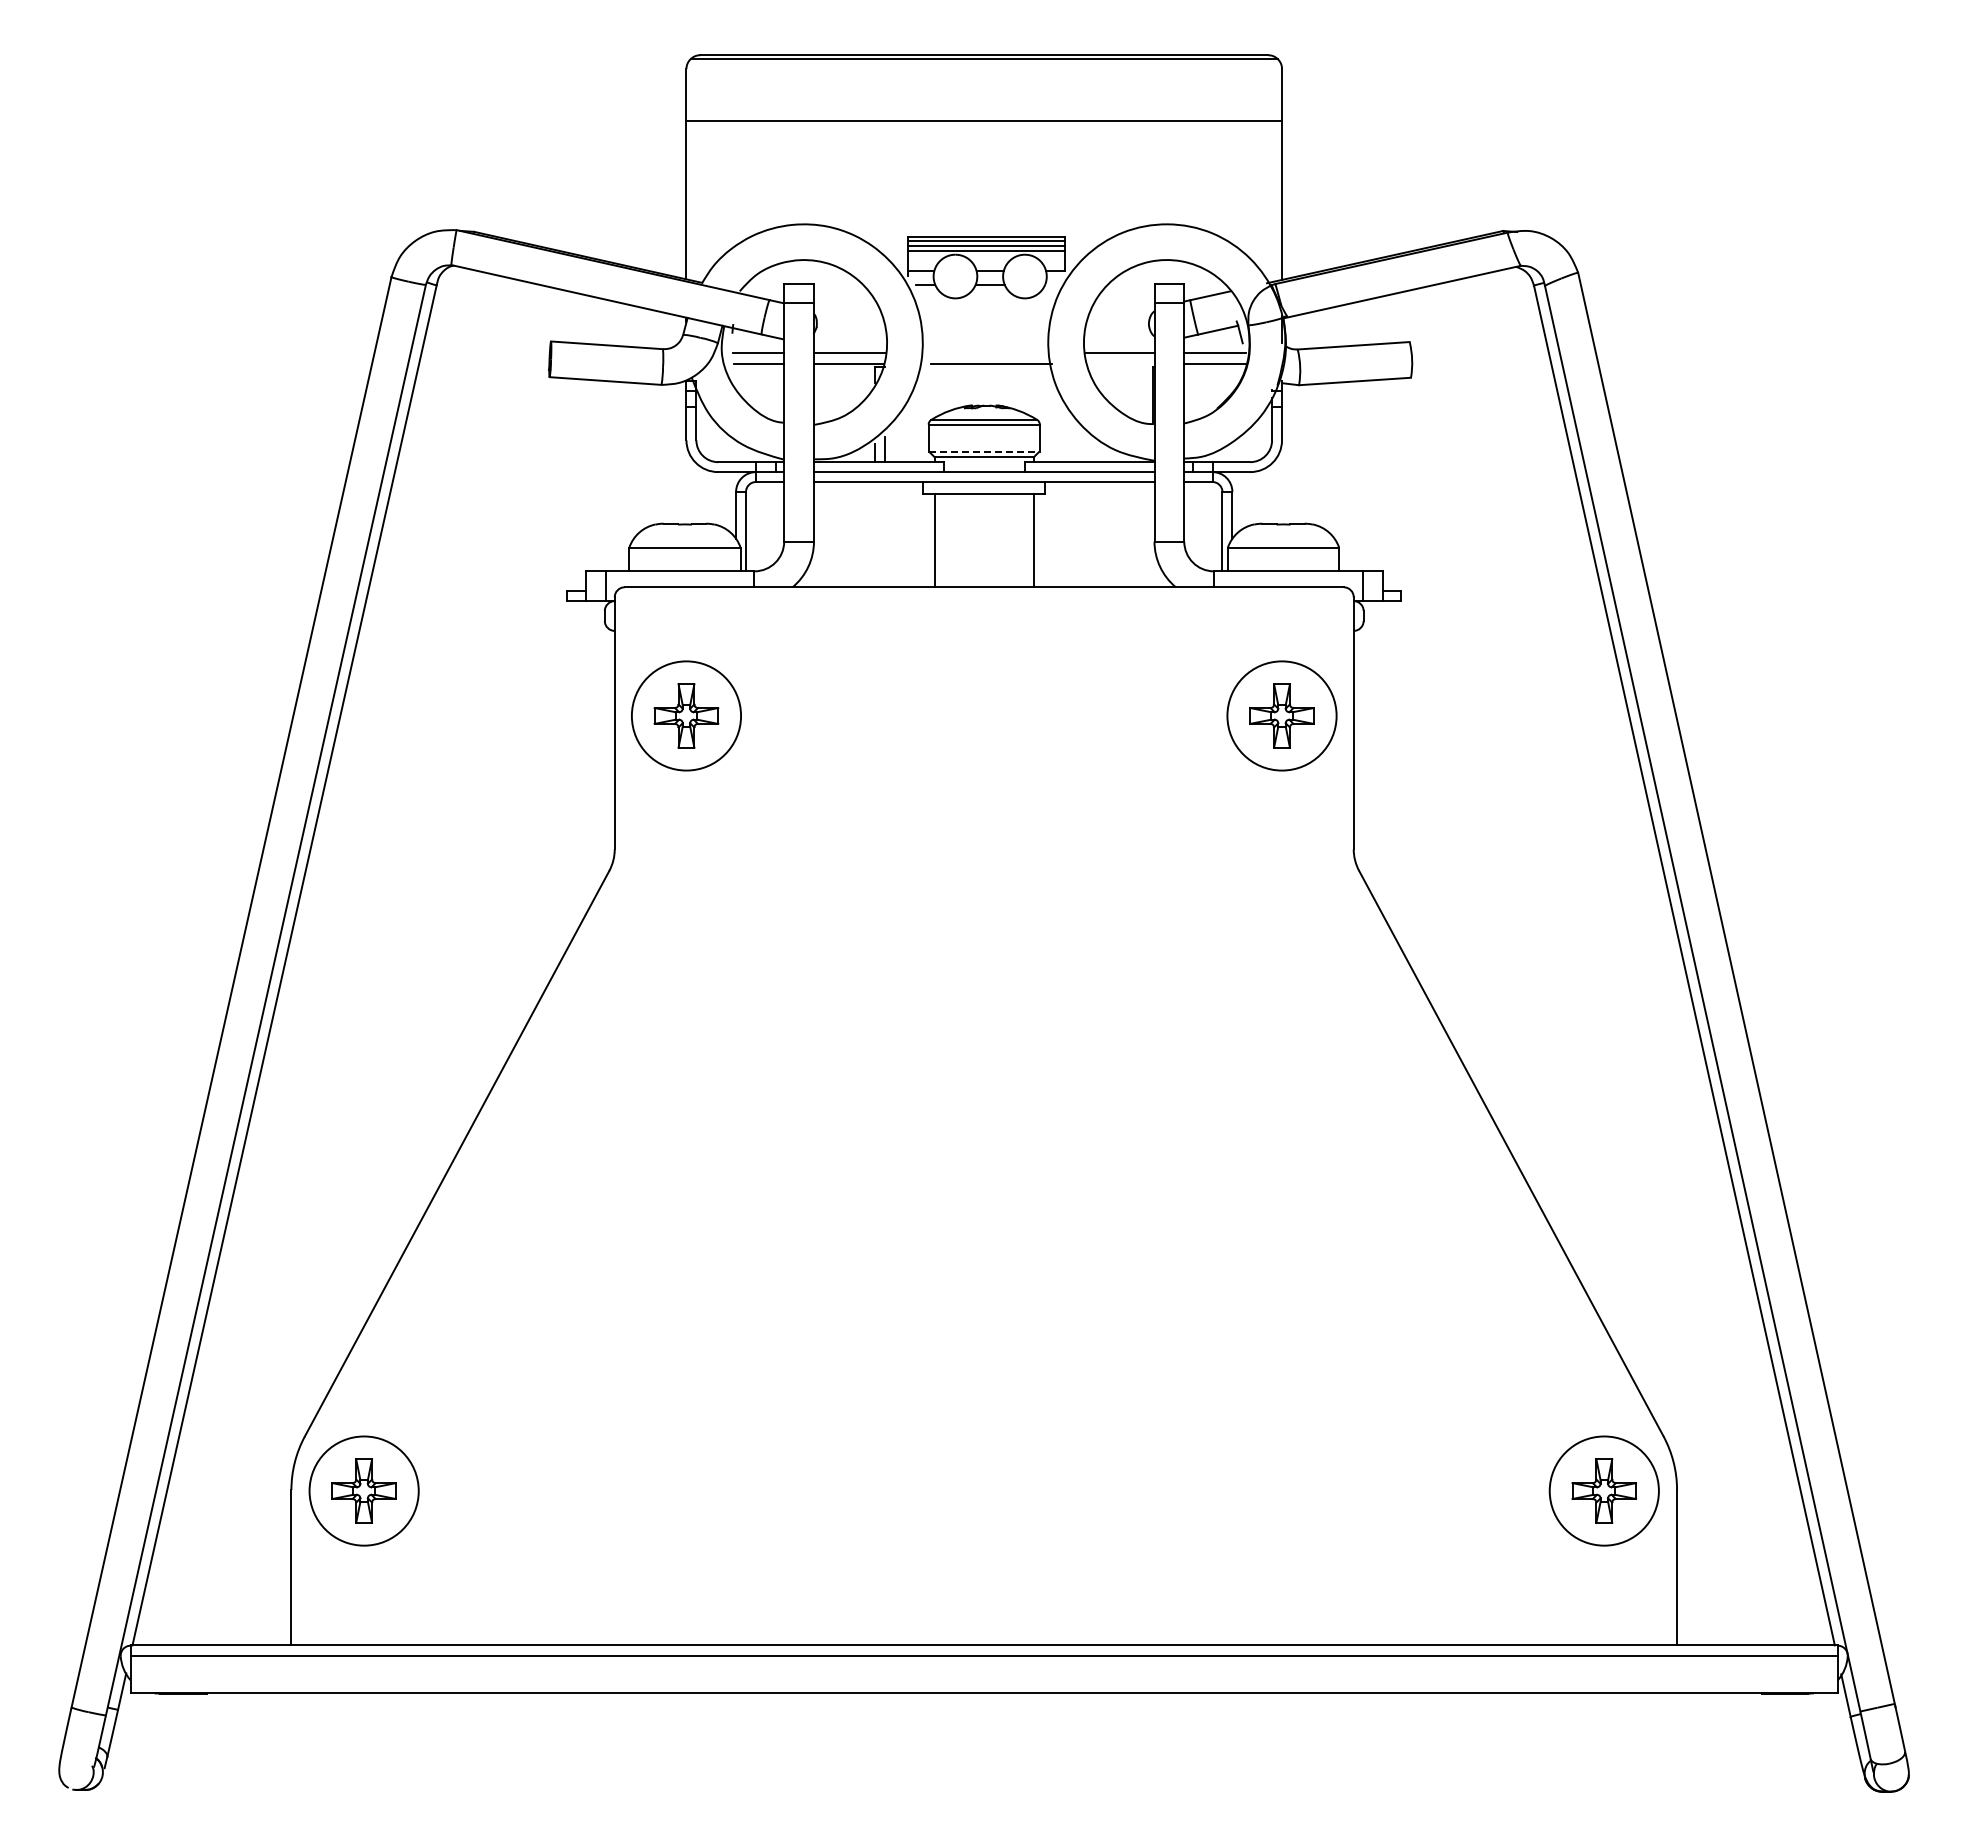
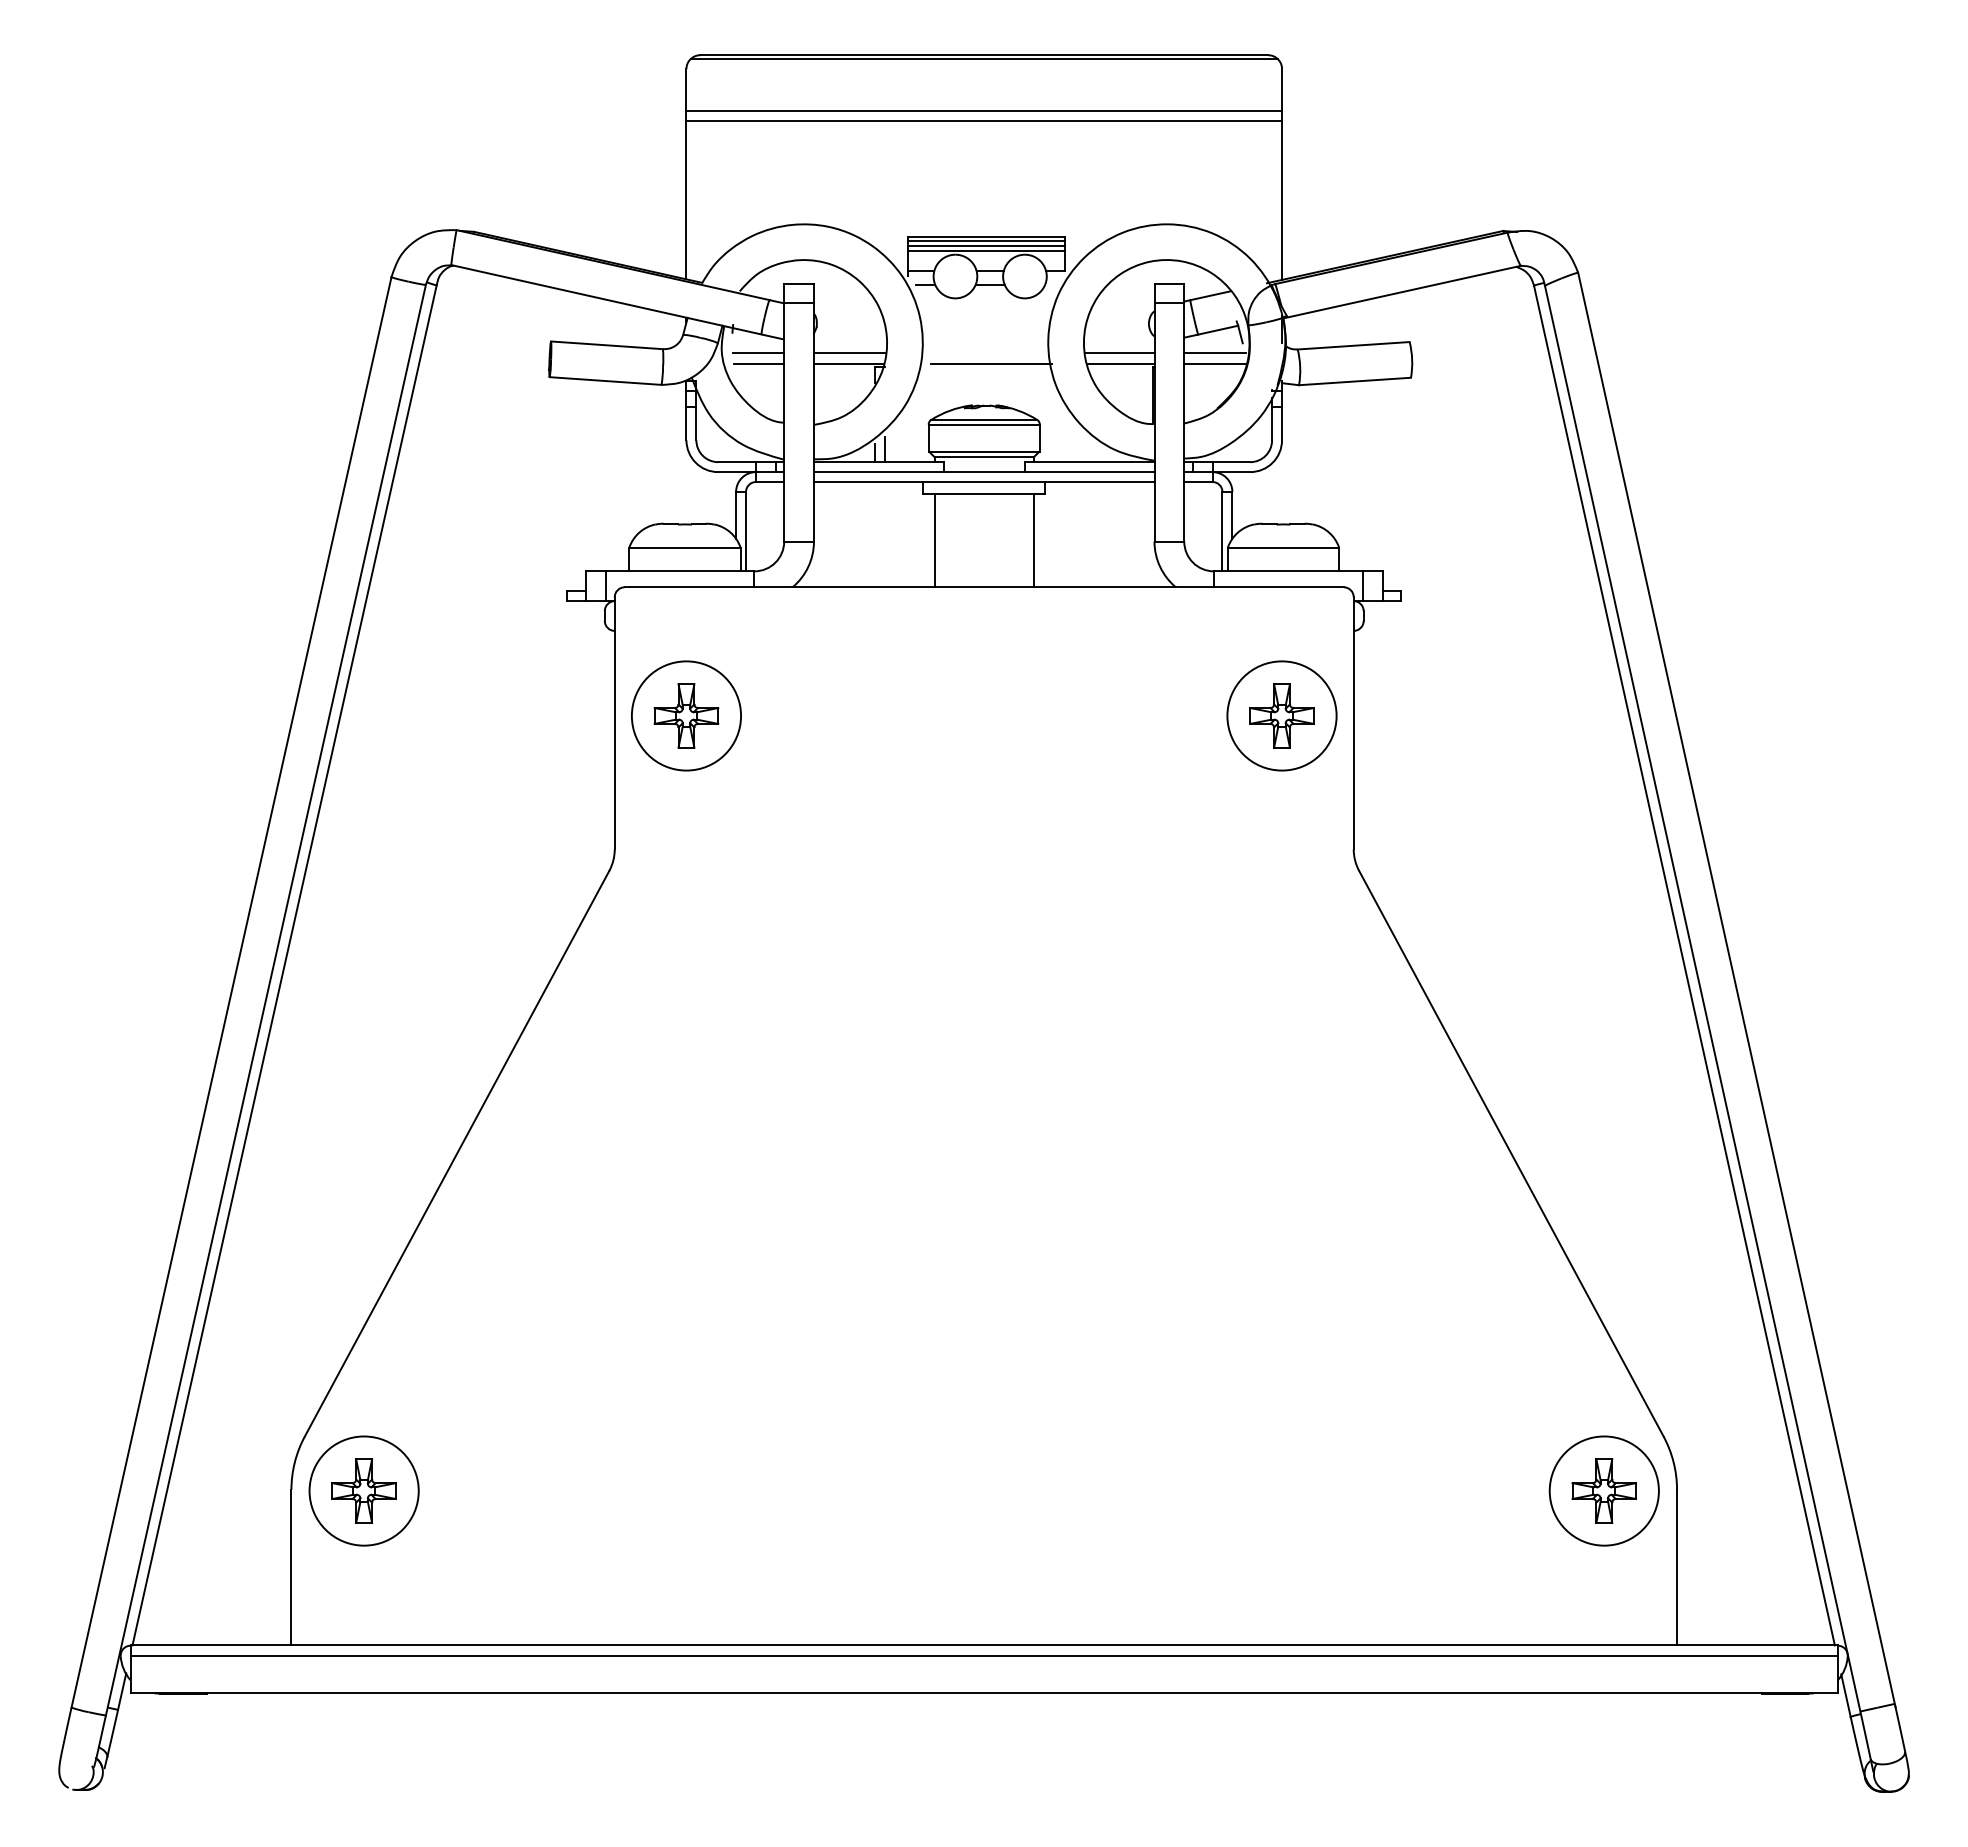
line at (984, 110): none -> present
line at (1120, 363): none -> present
line at (984, 452): dashed -> solid
